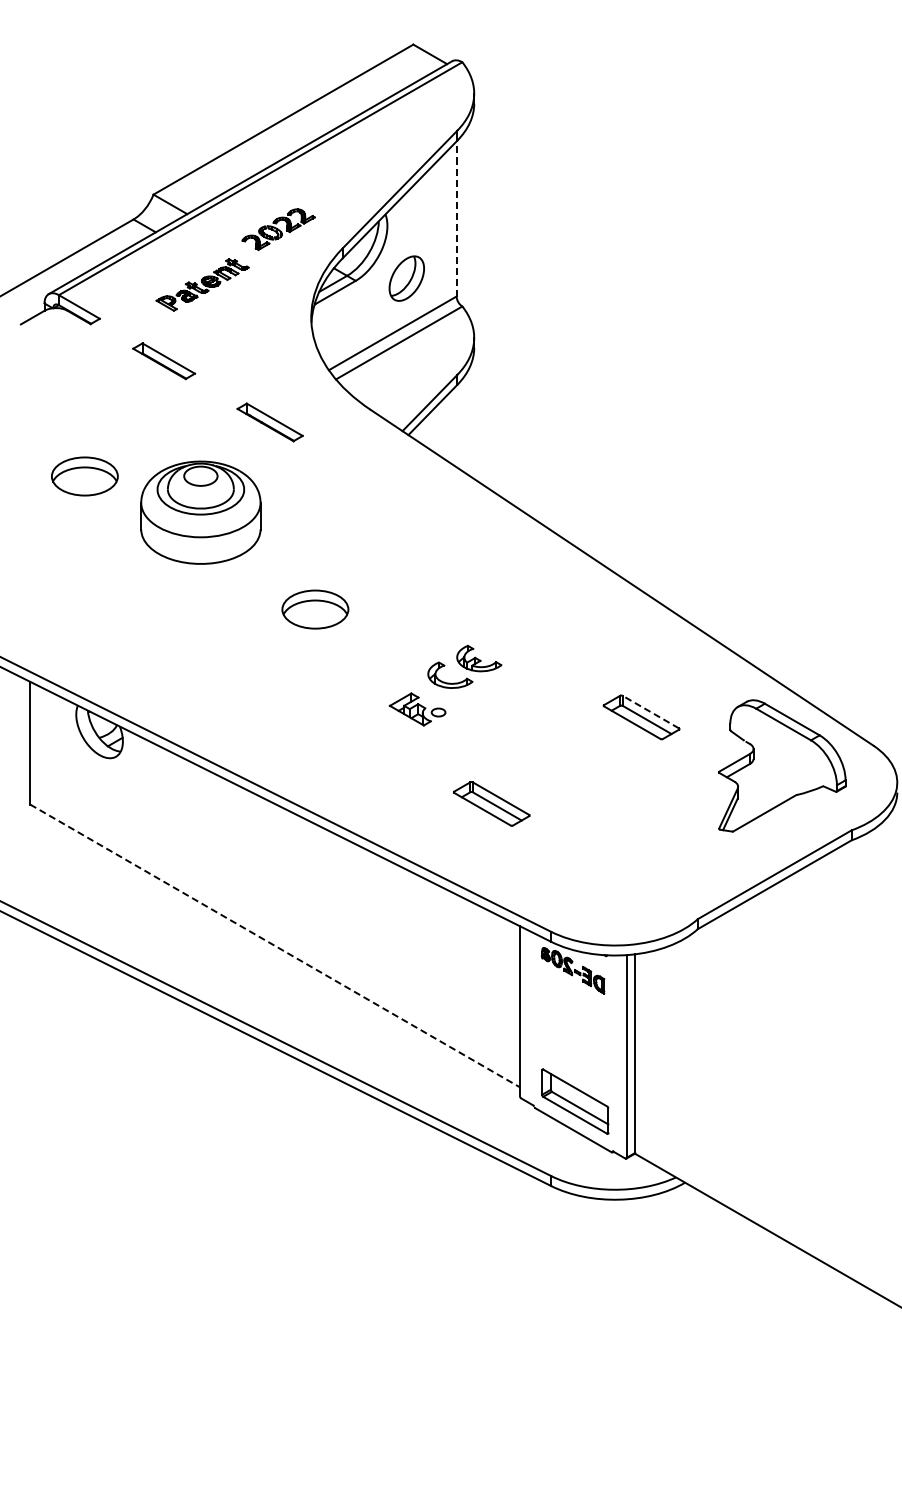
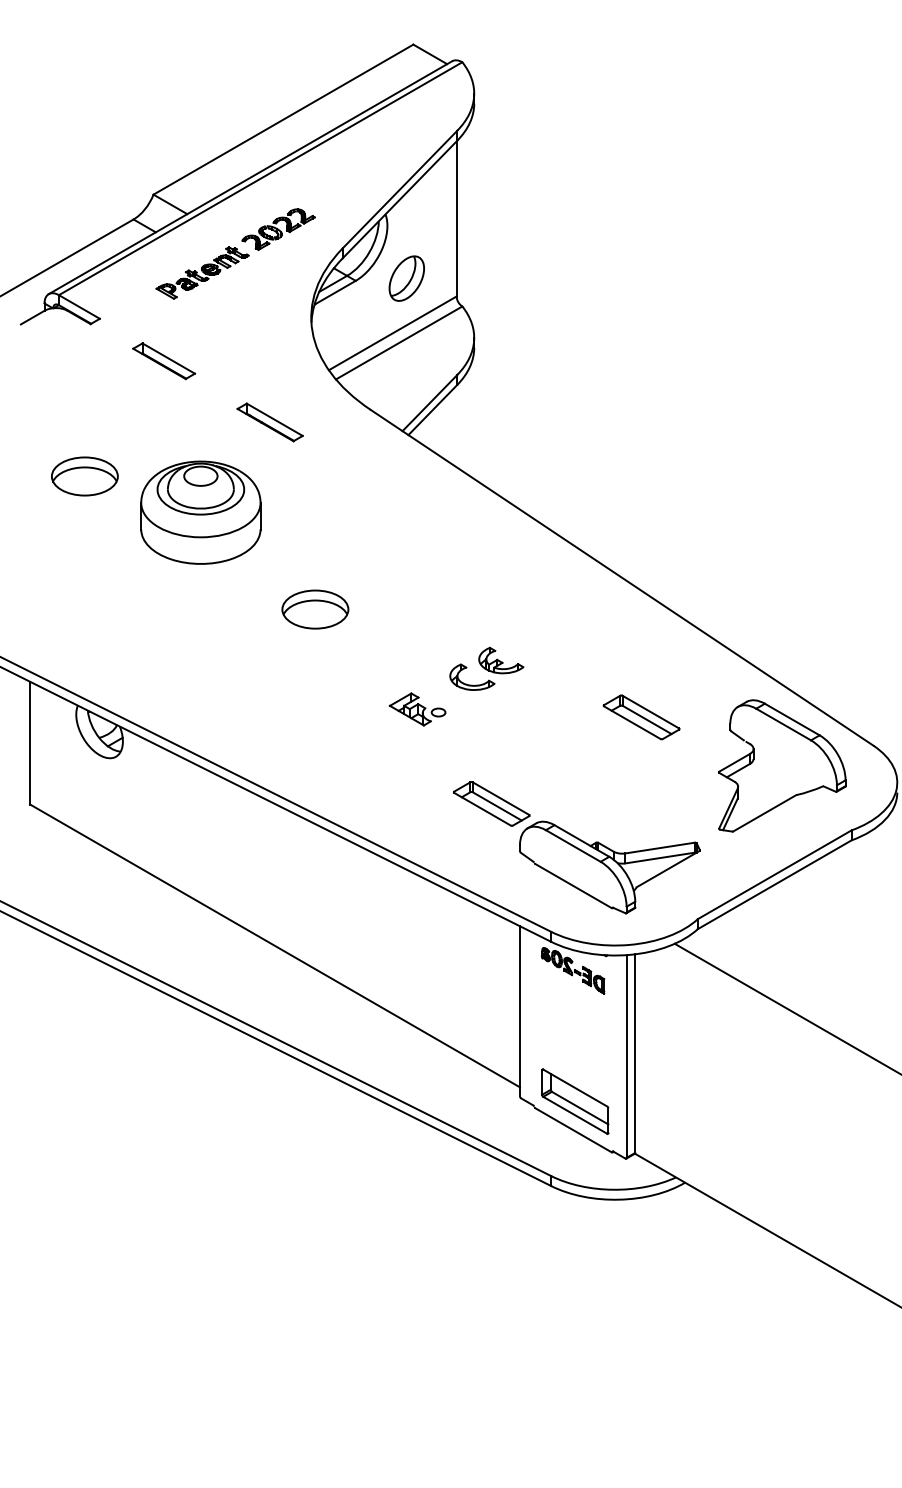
line at (456, 218): dashed -> solid
part at (202, 284) position: (202, 284) -> (202, 272)
part at (464, 666) position: (464, 666) -> (486, 668)
line at (650, 712): dashed -> solid
part at (609, 867): none -> present
line at (275, 945): dashed -> solid
line at (786, 1007): none -> present
